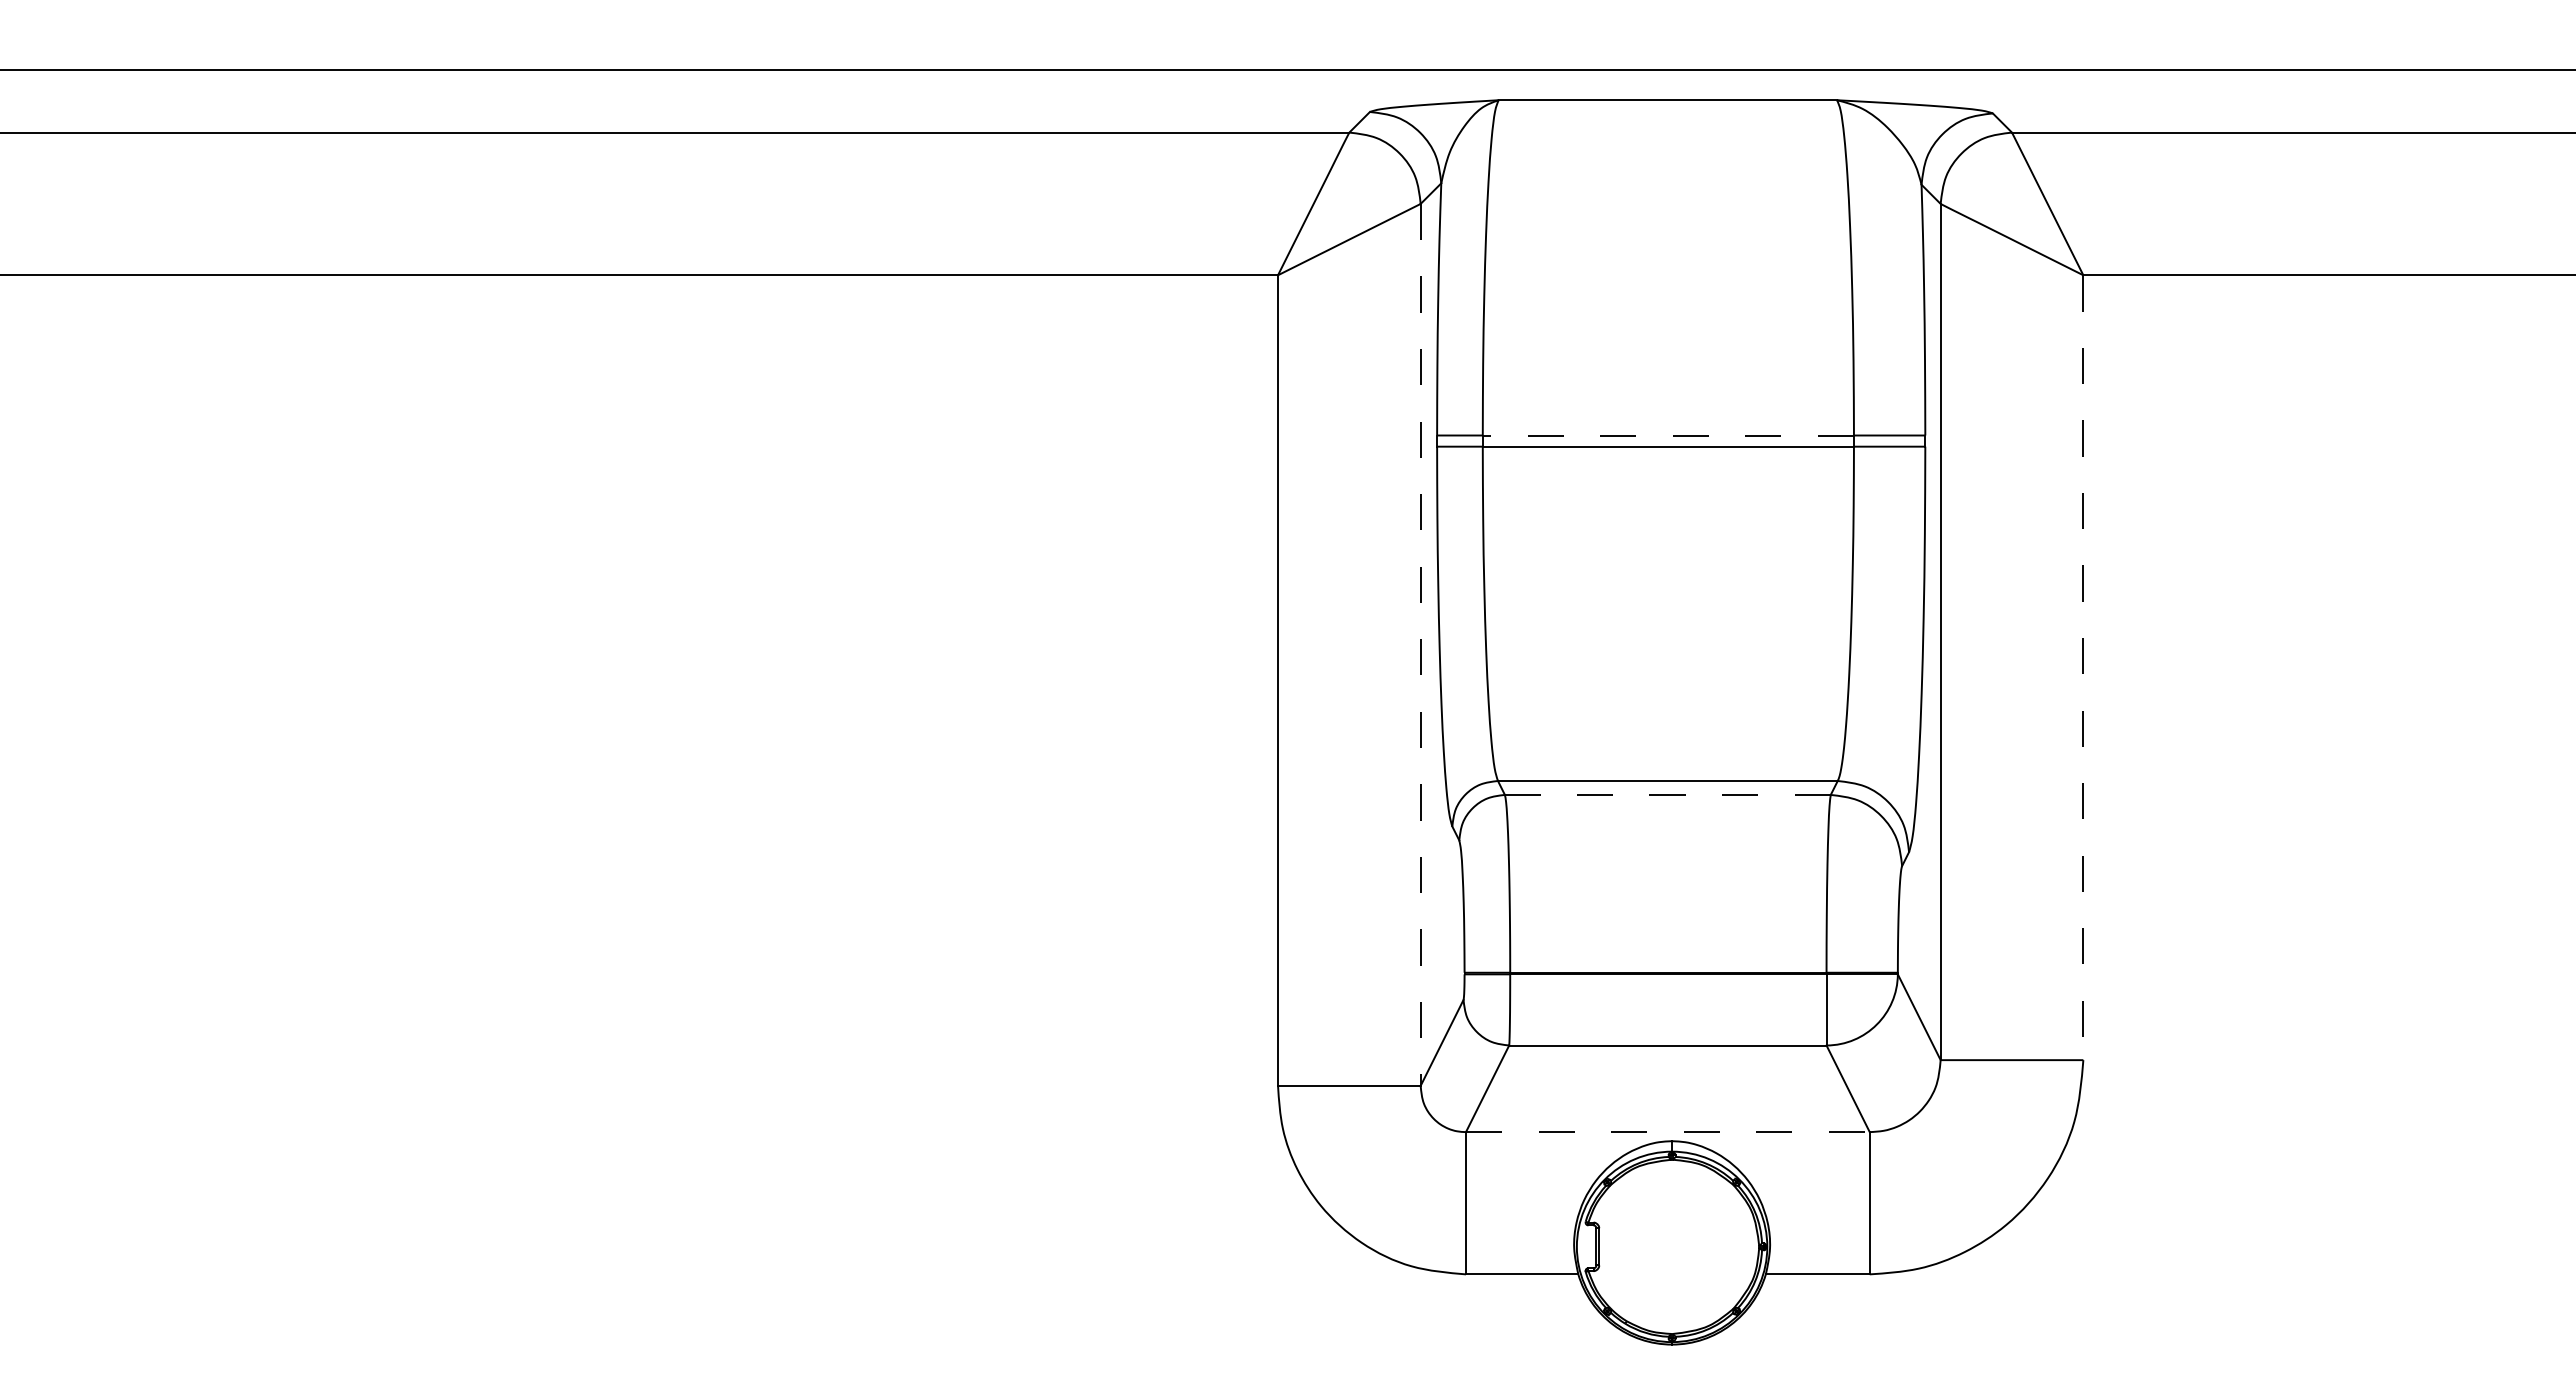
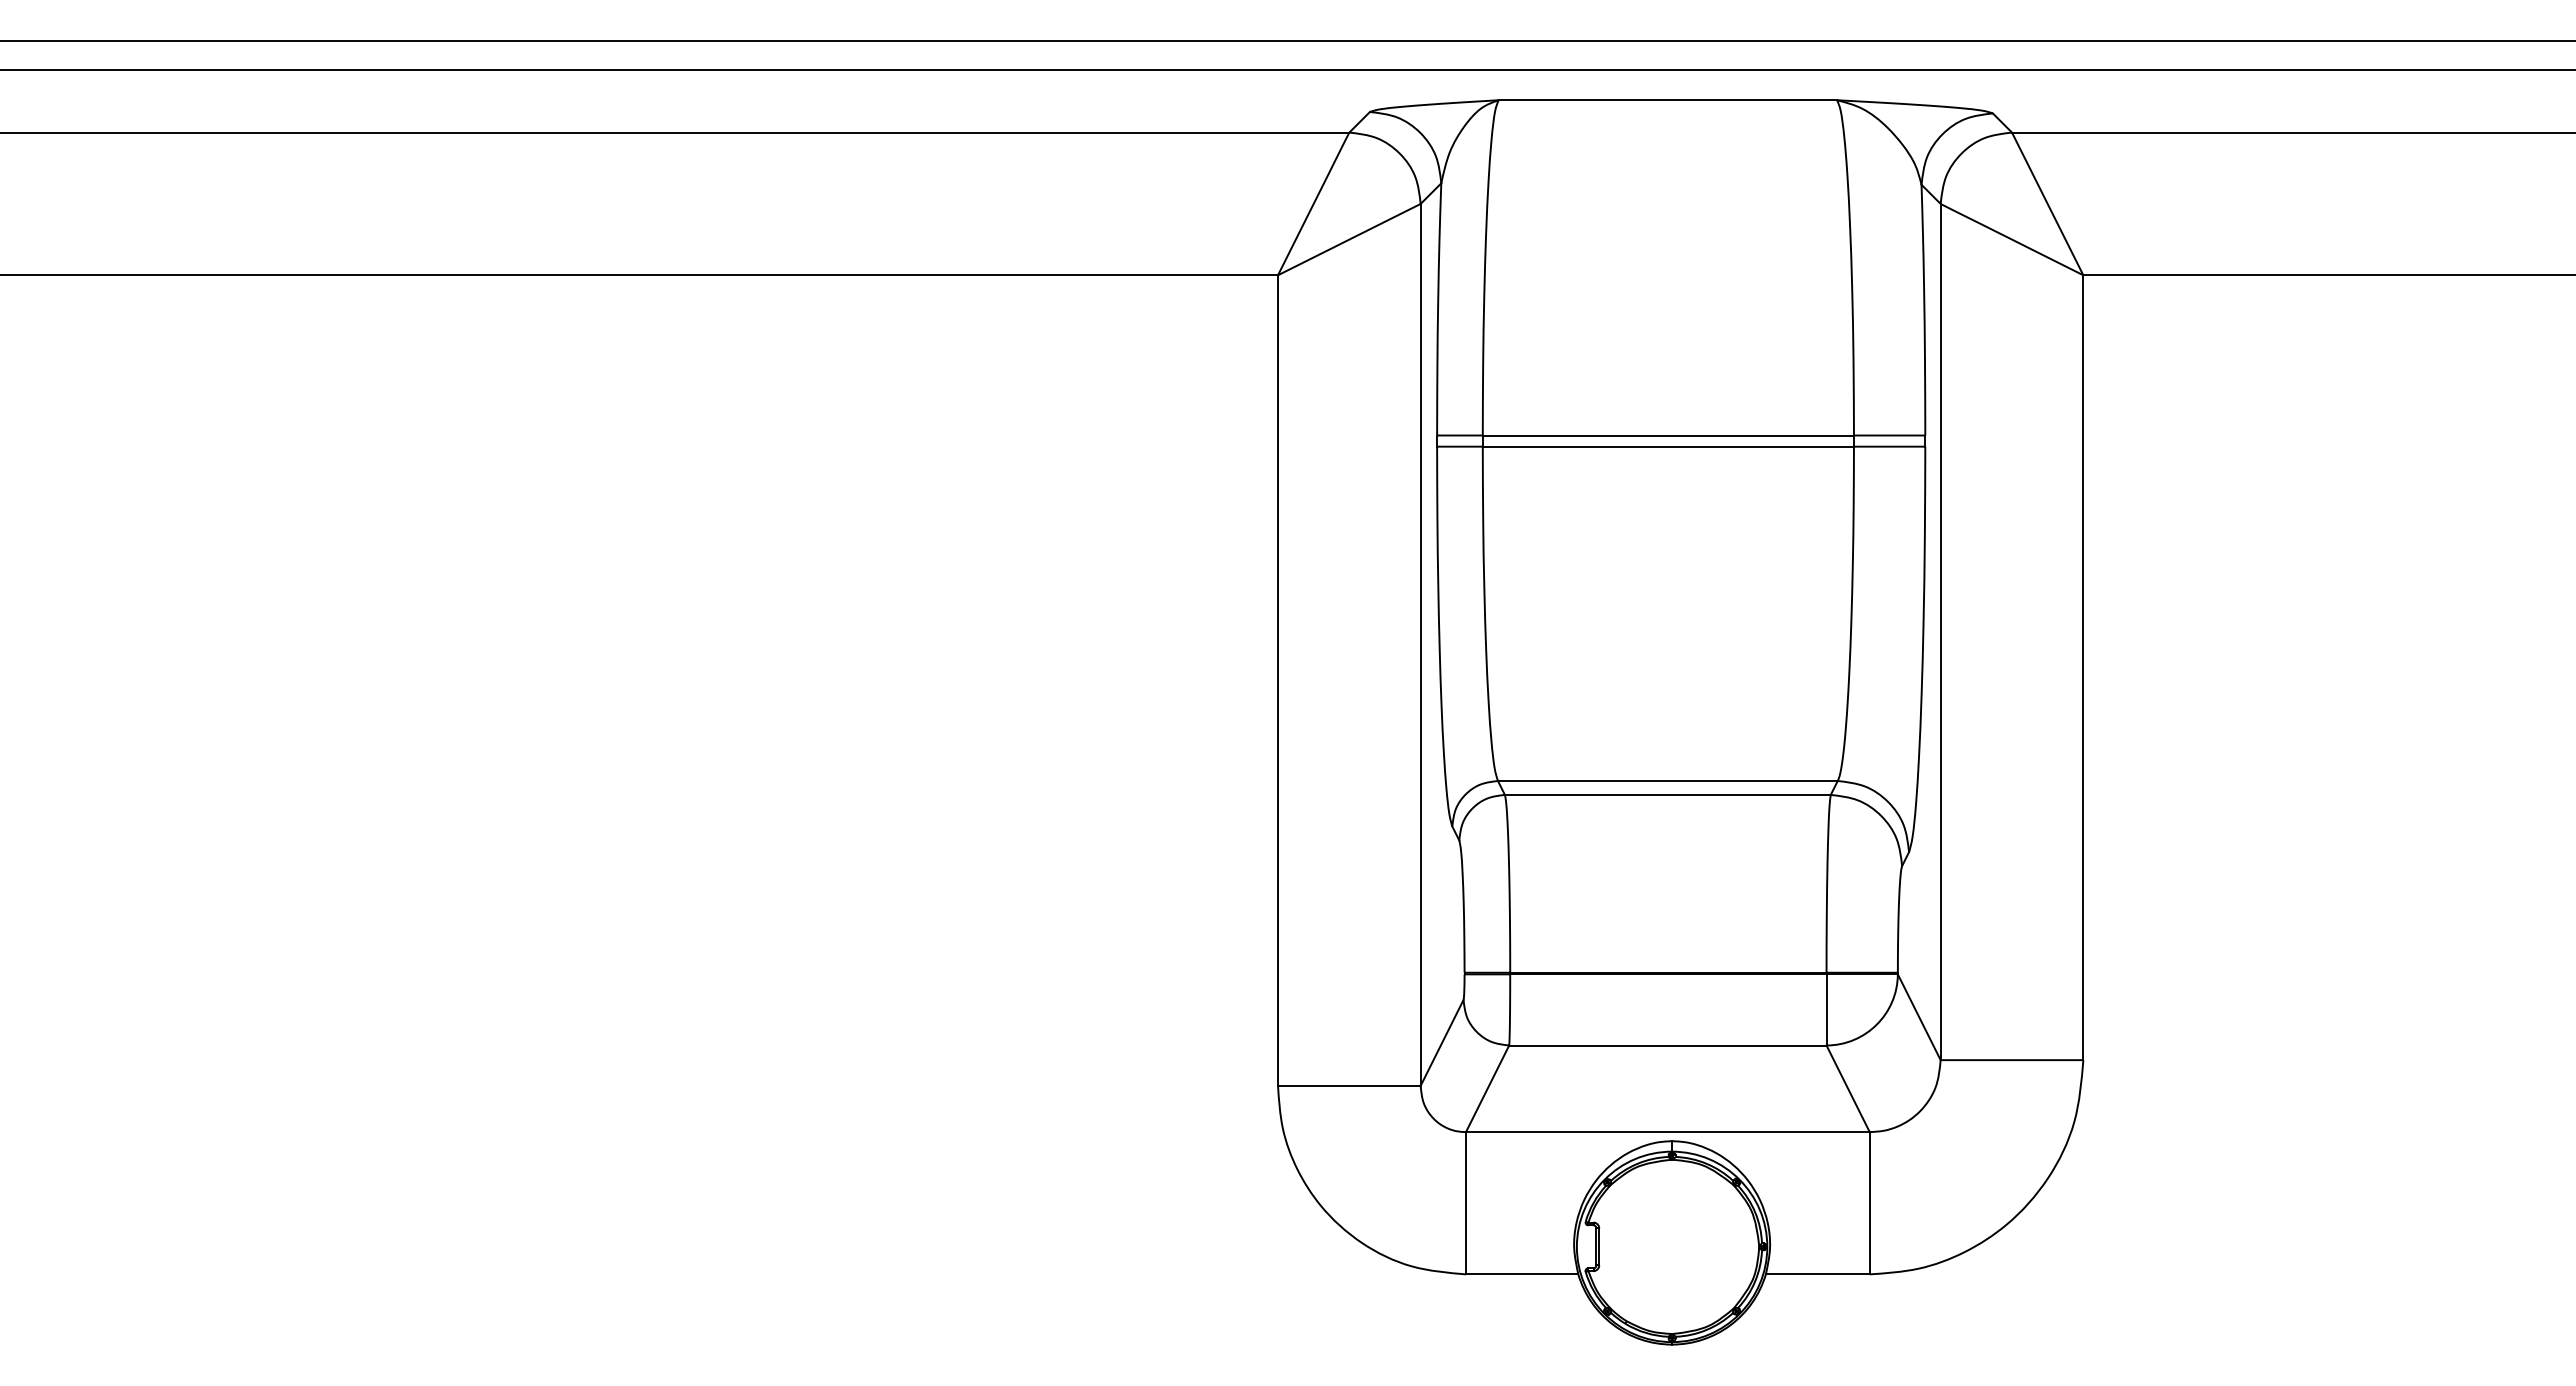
line at (1287, 41): none -> present
line at (1668, 435): dashed -> solid
line at (1420, 644): dashed -> solid
line at (2083, 668): dashed -> solid
line at (1667, 794): dashed -> solid
line at (1667, 1132): dashed -> solid
